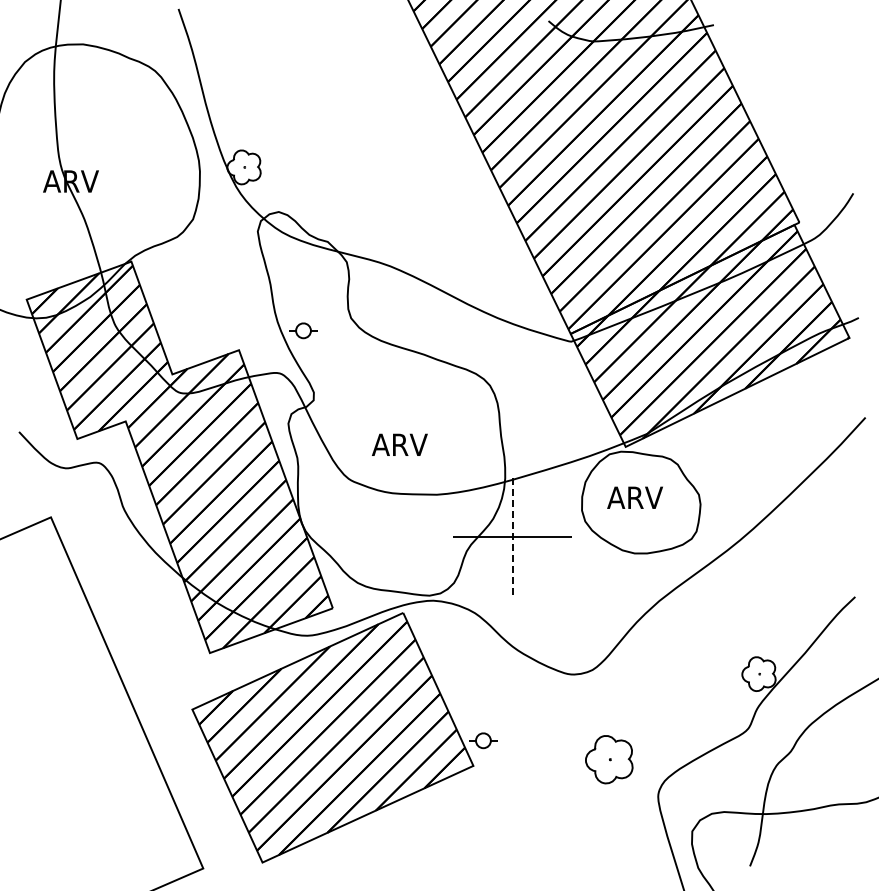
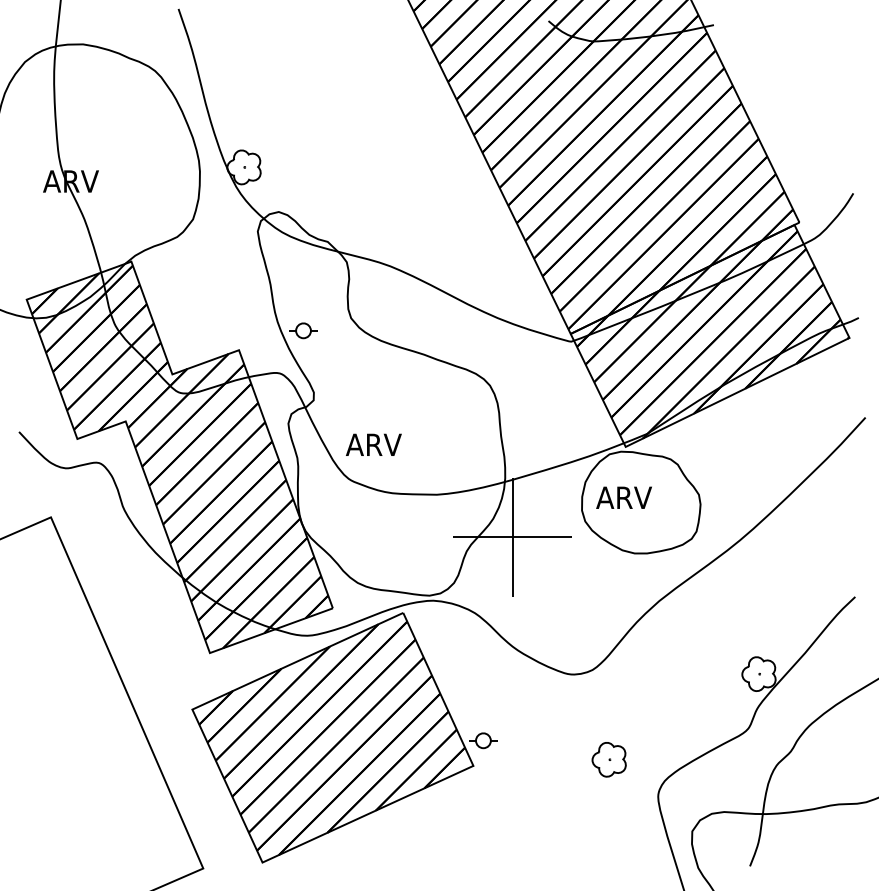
text at (399, 444) position: (399, 444) -> (373, 444)
text at (634, 497) position: (634, 497) -> (623, 497)
line at (512, 537): dashed -> solid
part at (609, 759) size: 49x50 px -> 36x36 px
